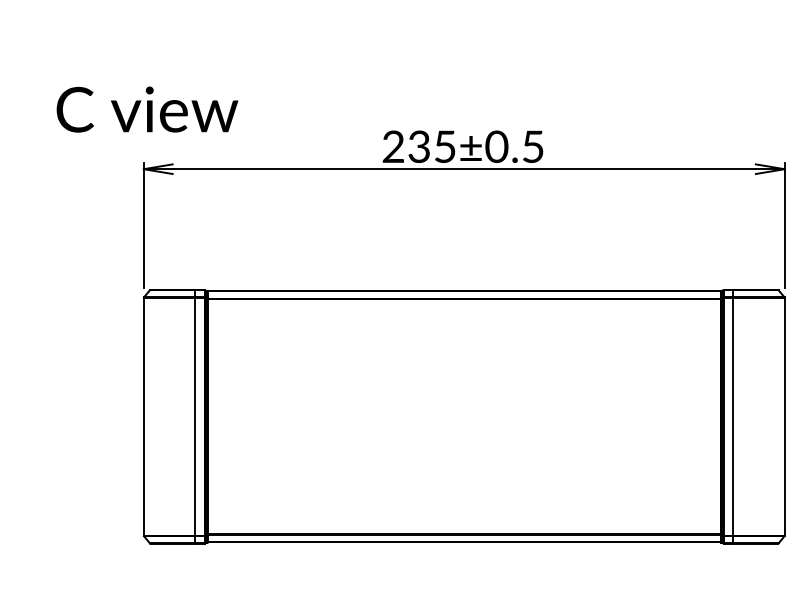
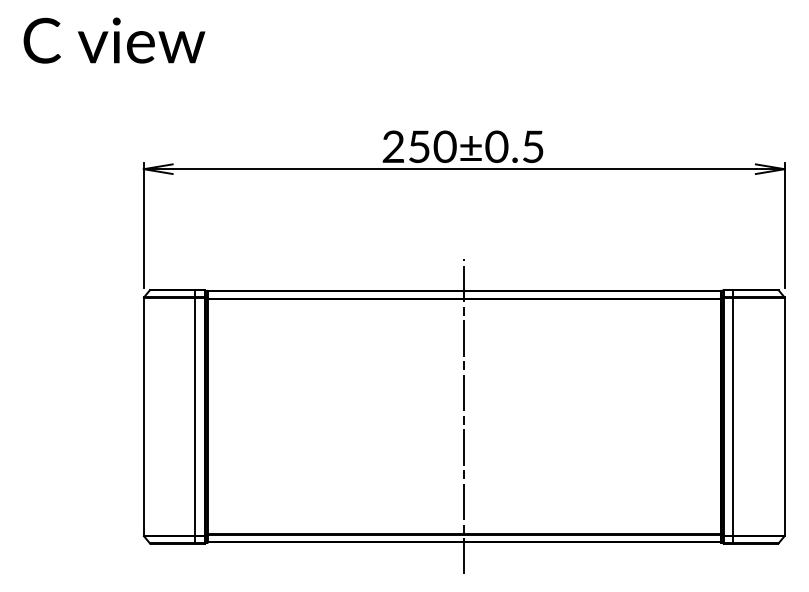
text at (147, 109) position: (147, 109) -> (114, 40)
text at (432, 146): 235±0.5 -> 250±0.5
line at (464, 416): none -> present
